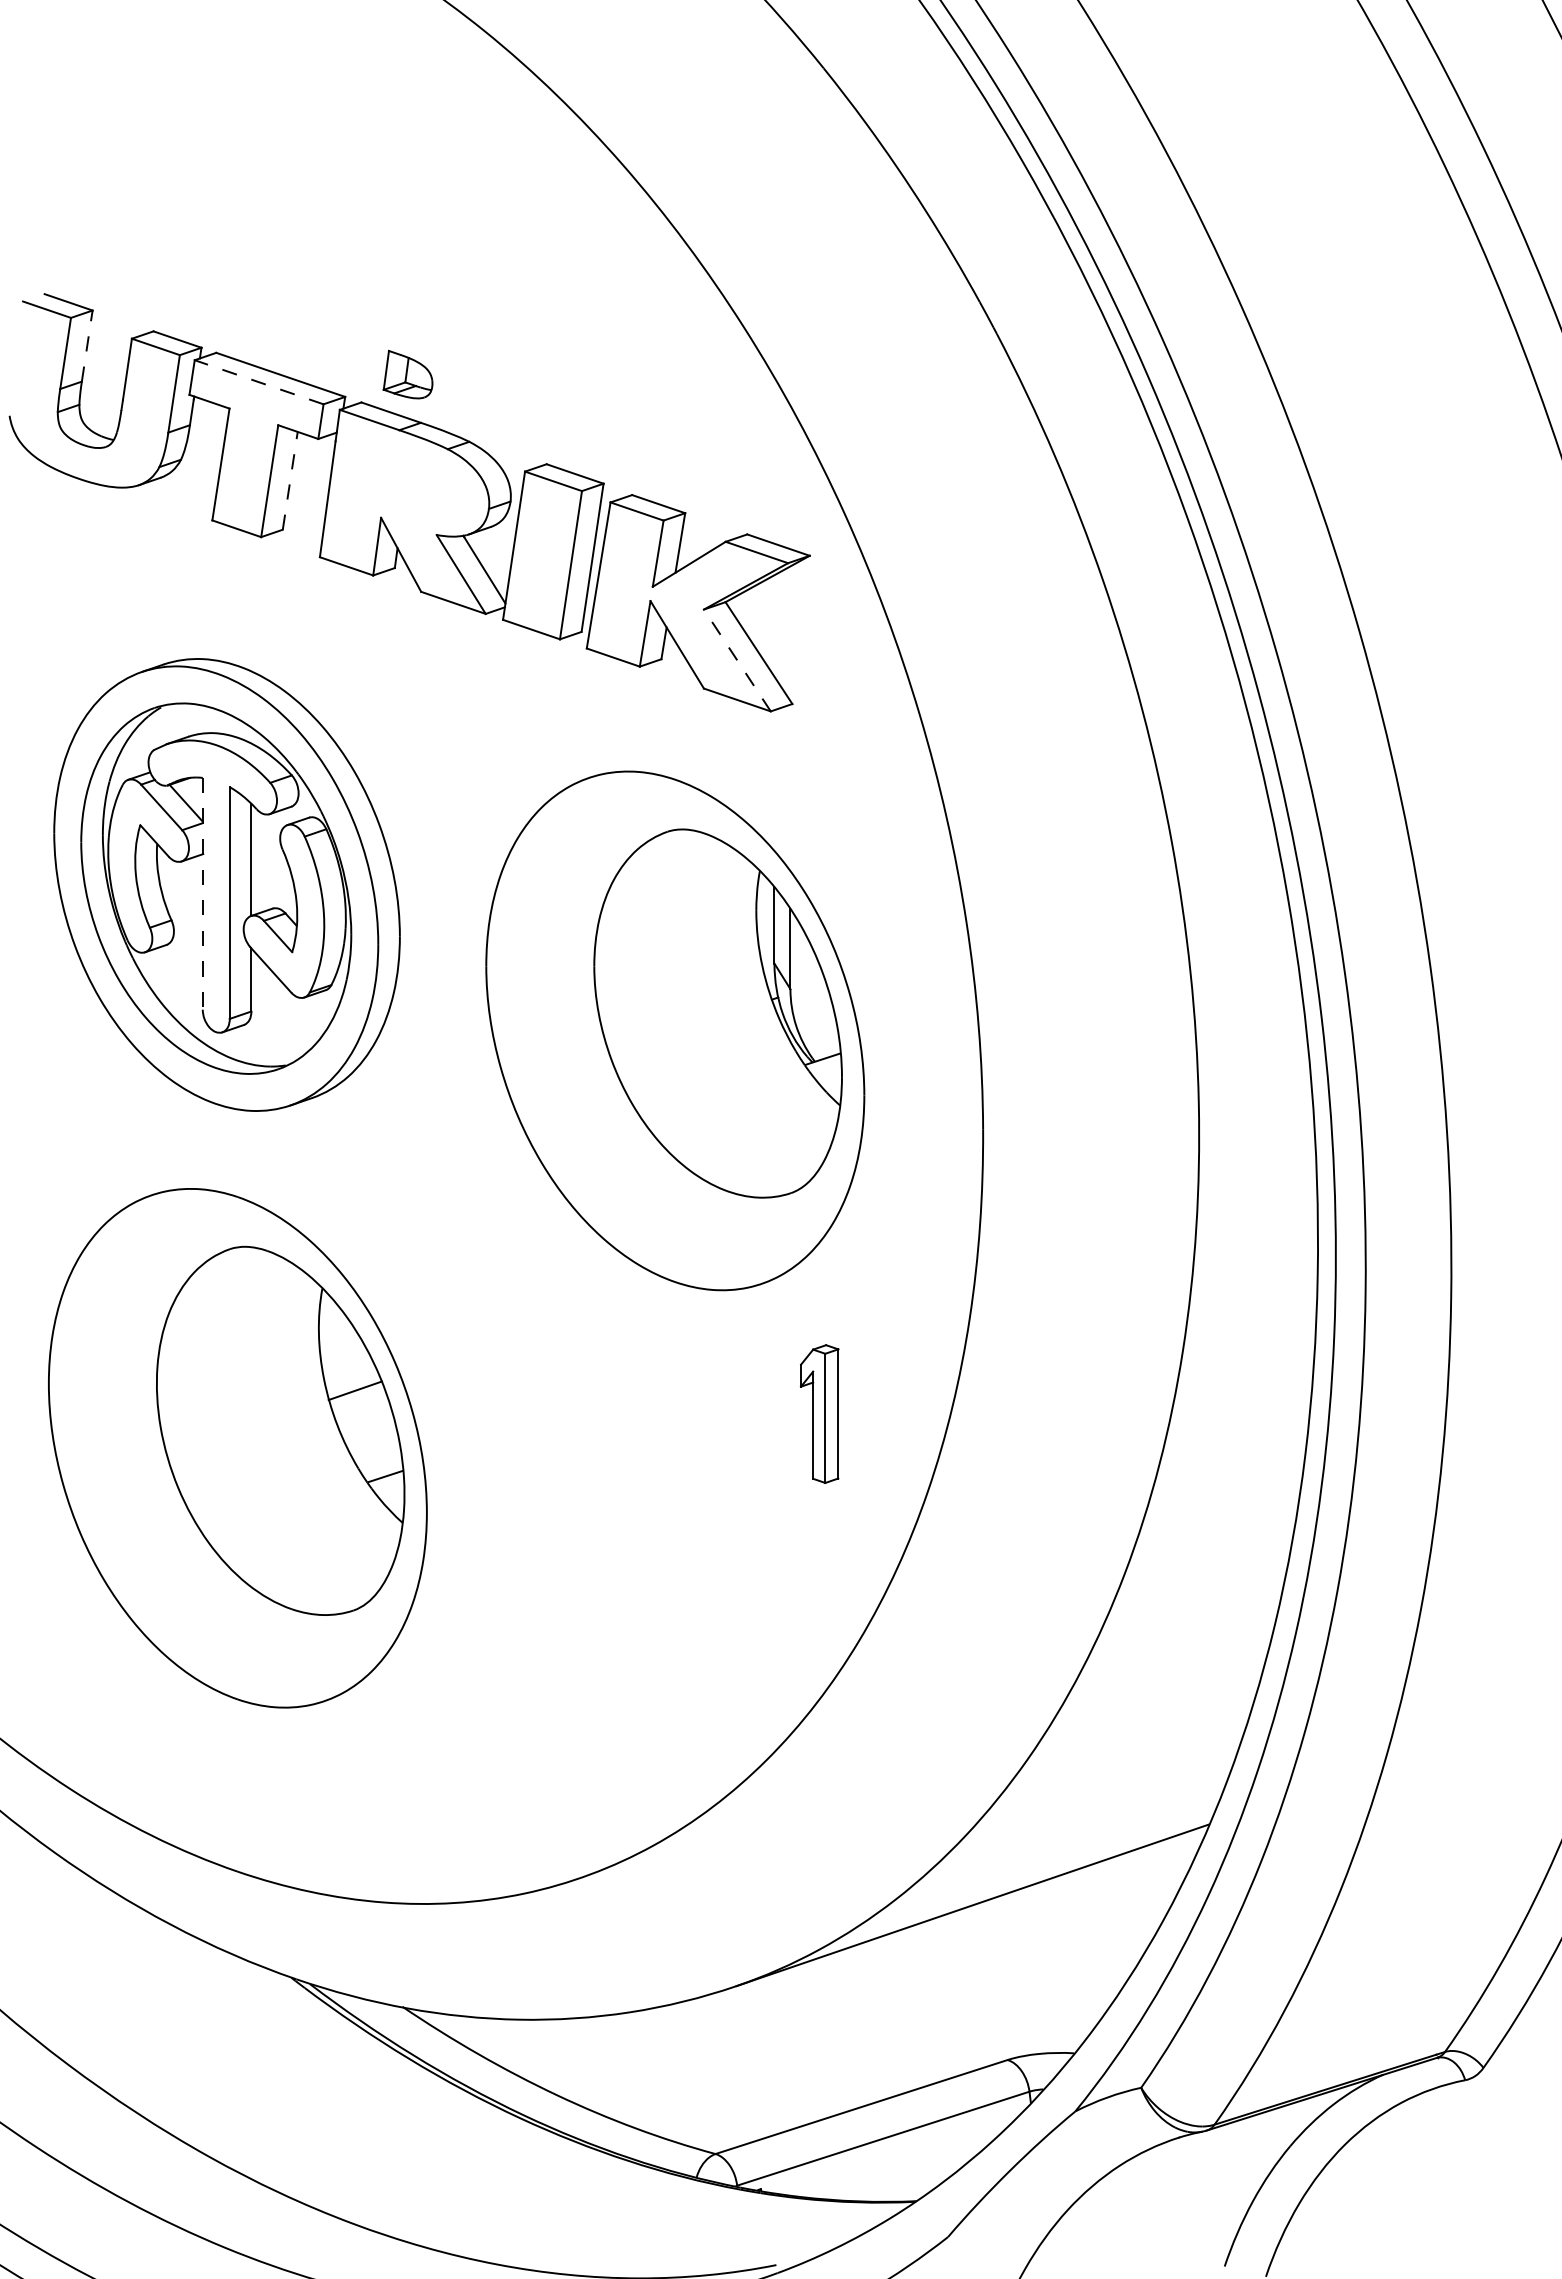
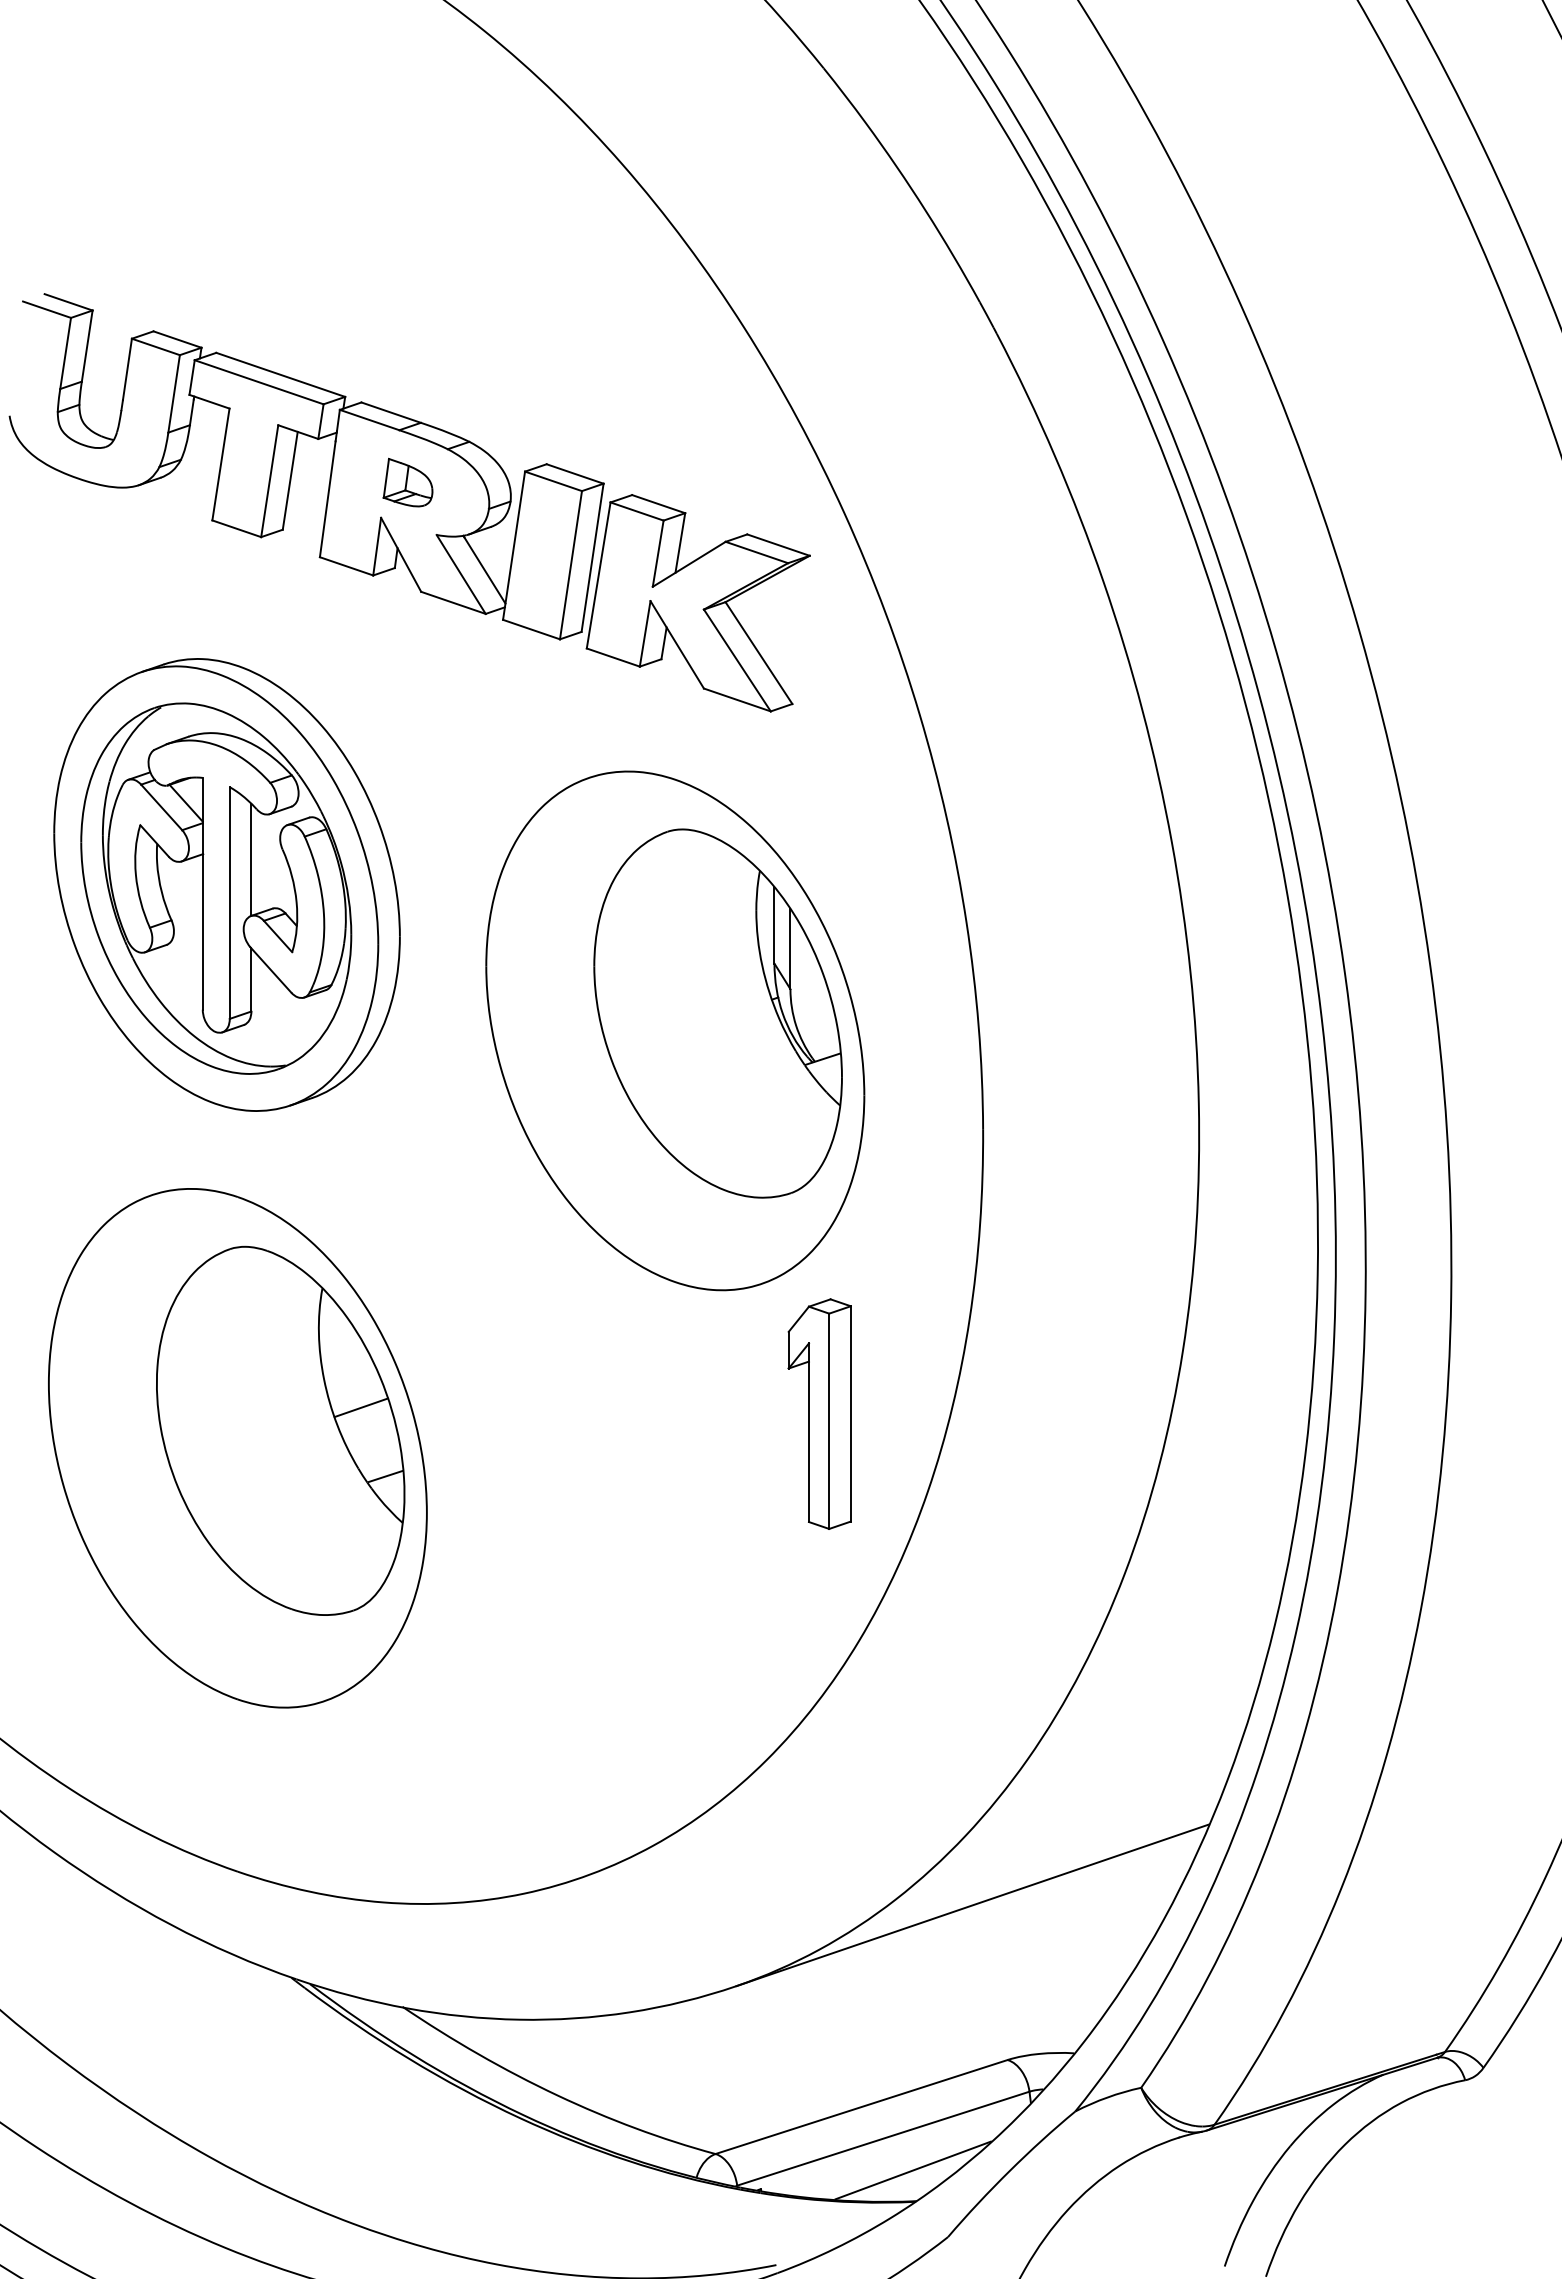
line at (87, 346): dashed -> solid
part at (407, 374) position: (407, 374) -> (407, 482)
line at (258, 382): dashed -> solid
line at (290, 480): dashed -> solid
line at (737, 660): dashed -> solid
line at (202, 893): dashed -> solid
line at (355, 1390) position: (355, 1390) -> (361, 1407)
part at (819, 1413) size: 41x140 px -> 65x232 px
line at (912, 2170): none -> present
